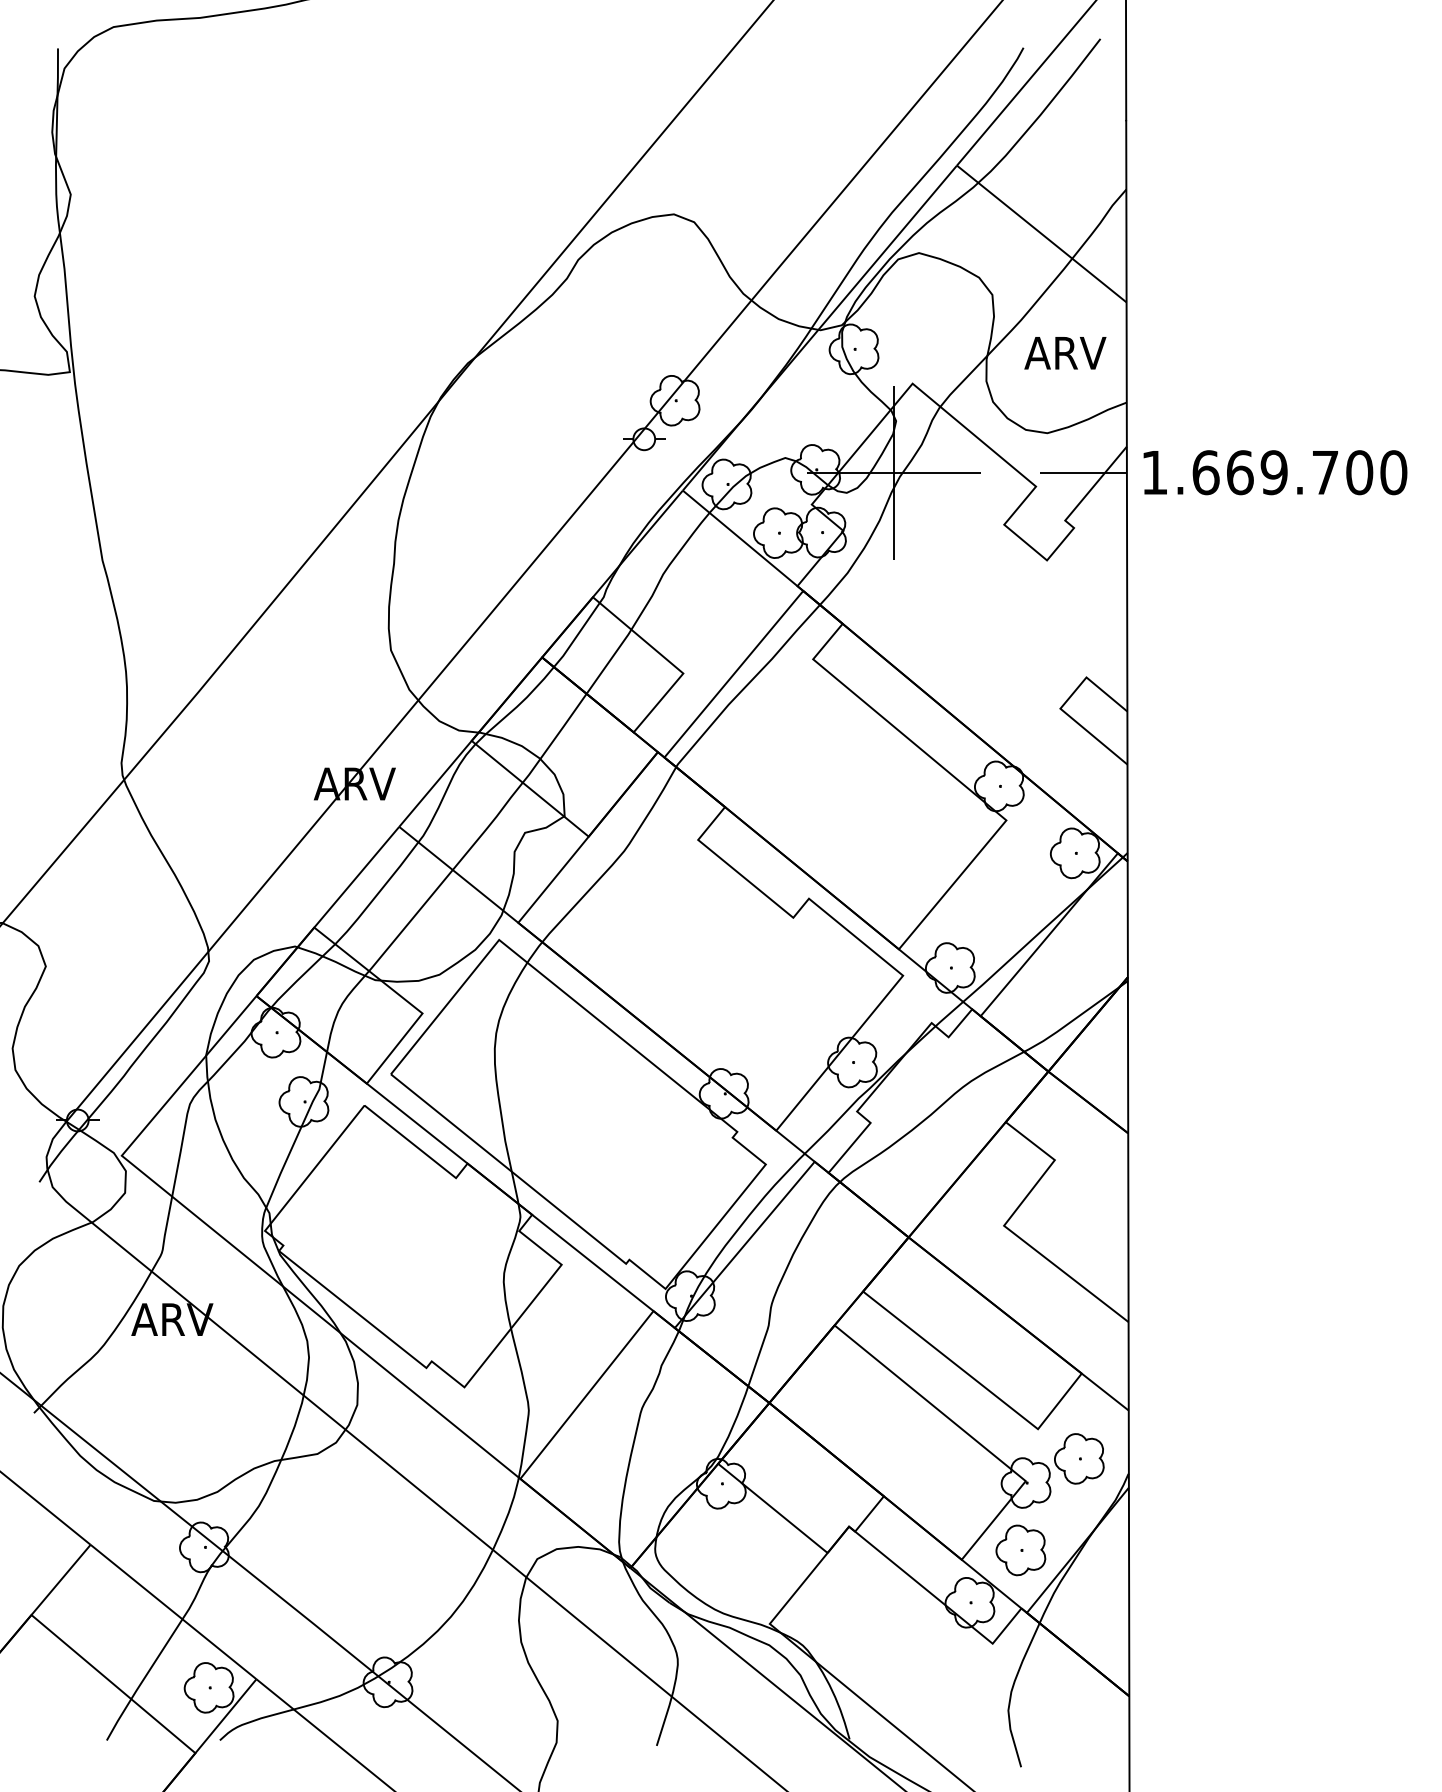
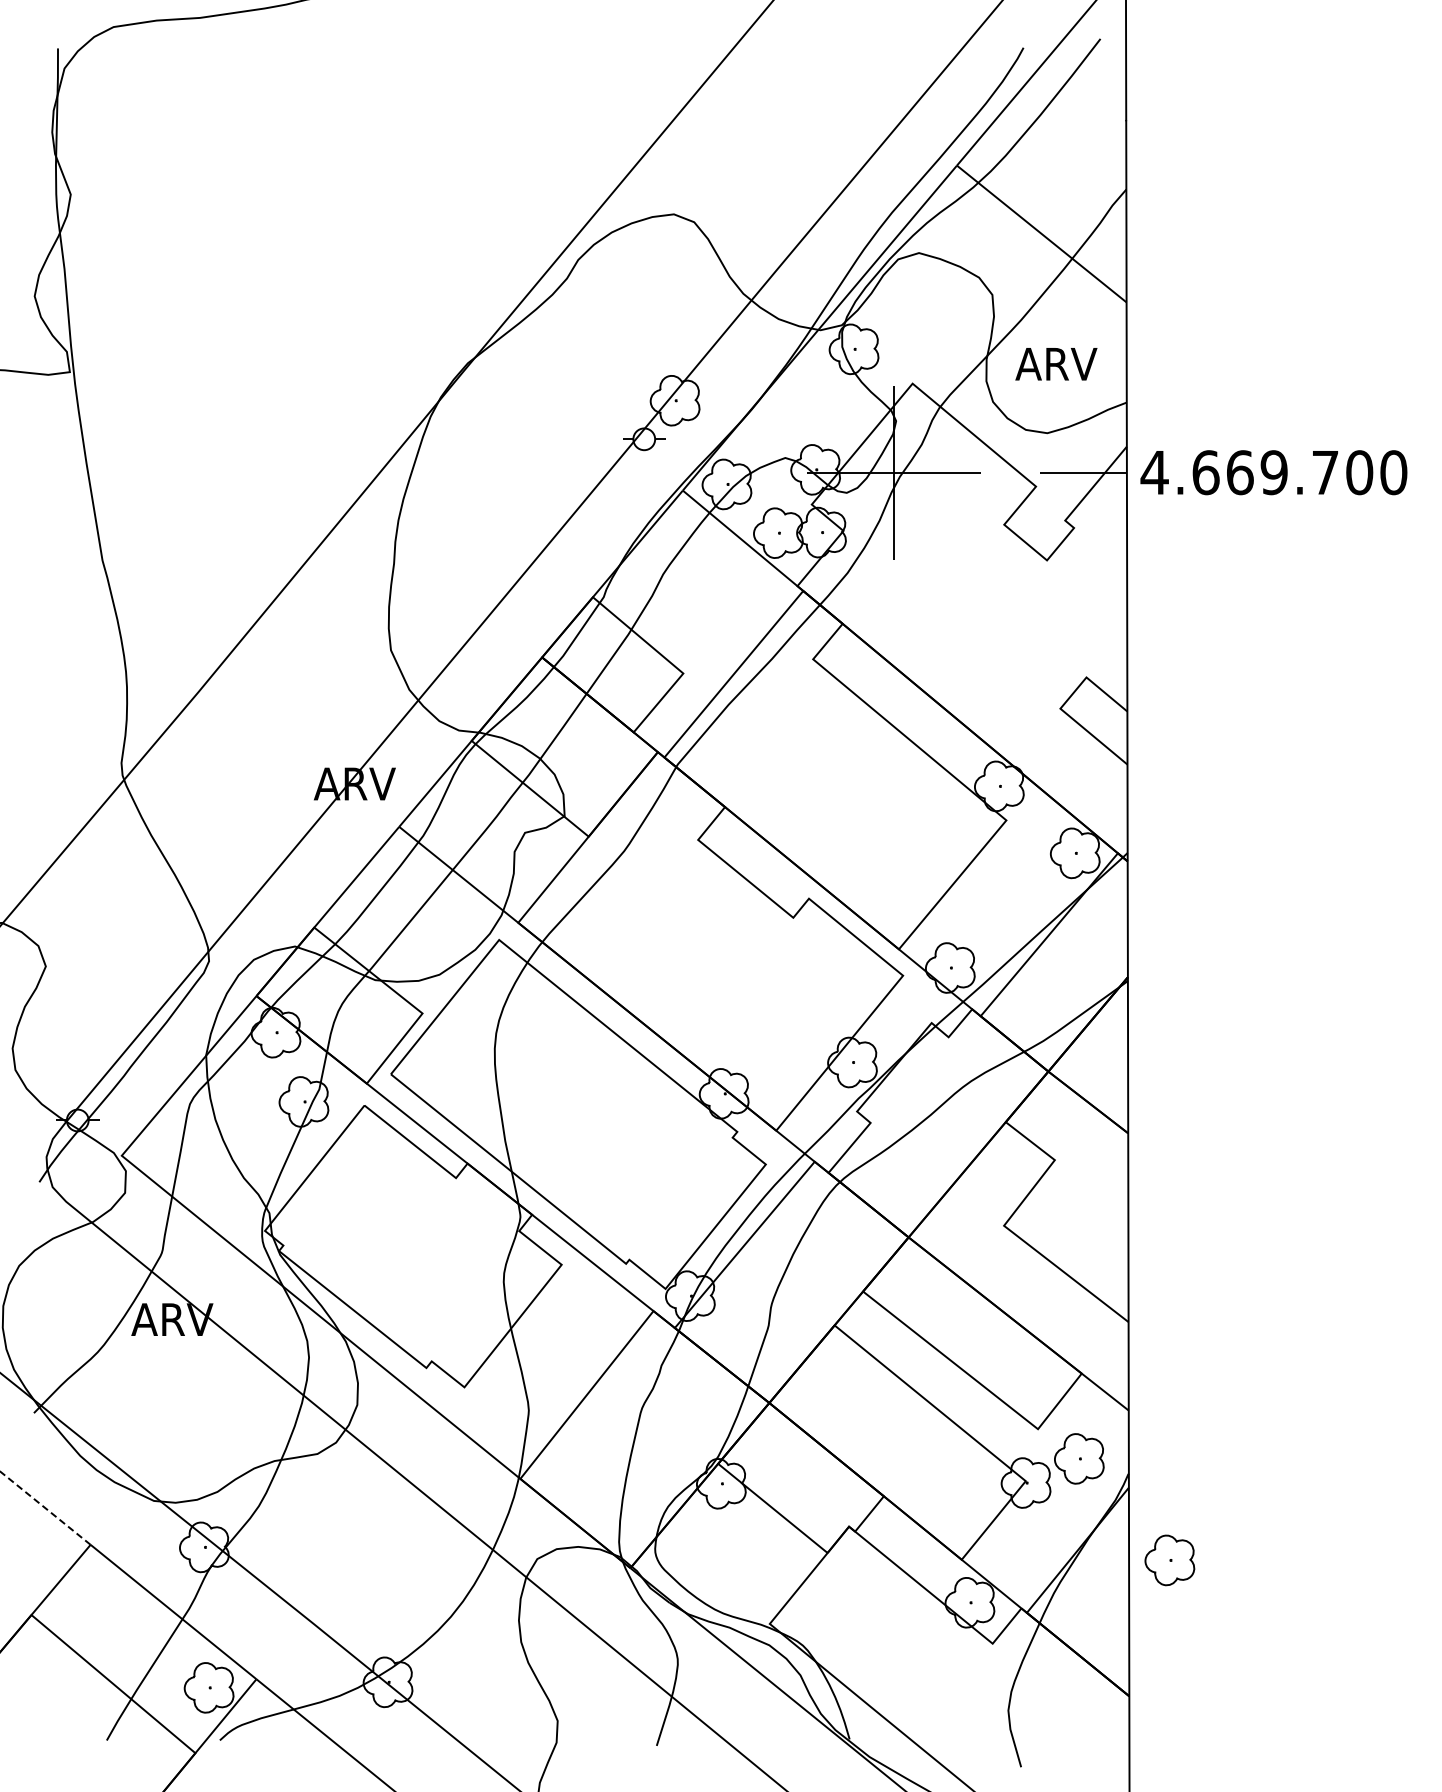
text at (1065, 353) position: (1065, 353) -> (1056, 364)
text at (1154, 472): 1.669.700 -> 4.669.700
line at (44, 1507): solid -> dashed
part at (1020, 1550) position: (1020, 1550) -> (1169, 1560)
